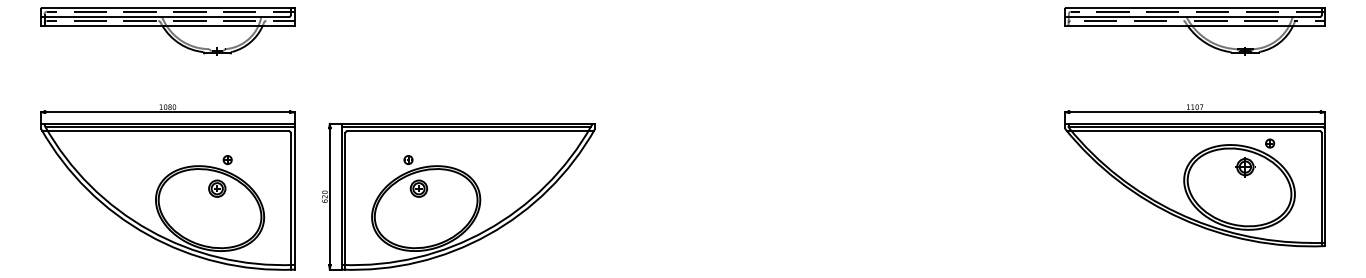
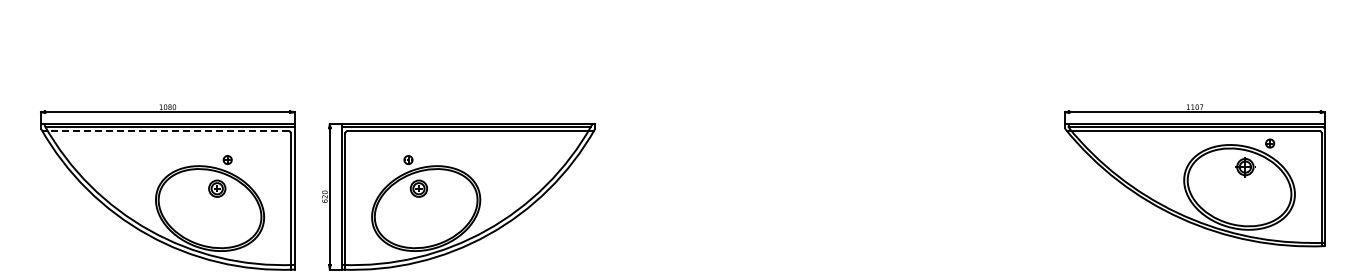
part at (167, 31): present -> none
part at (1194, 31): present -> none
line at (164, 131): solid -> dashed
